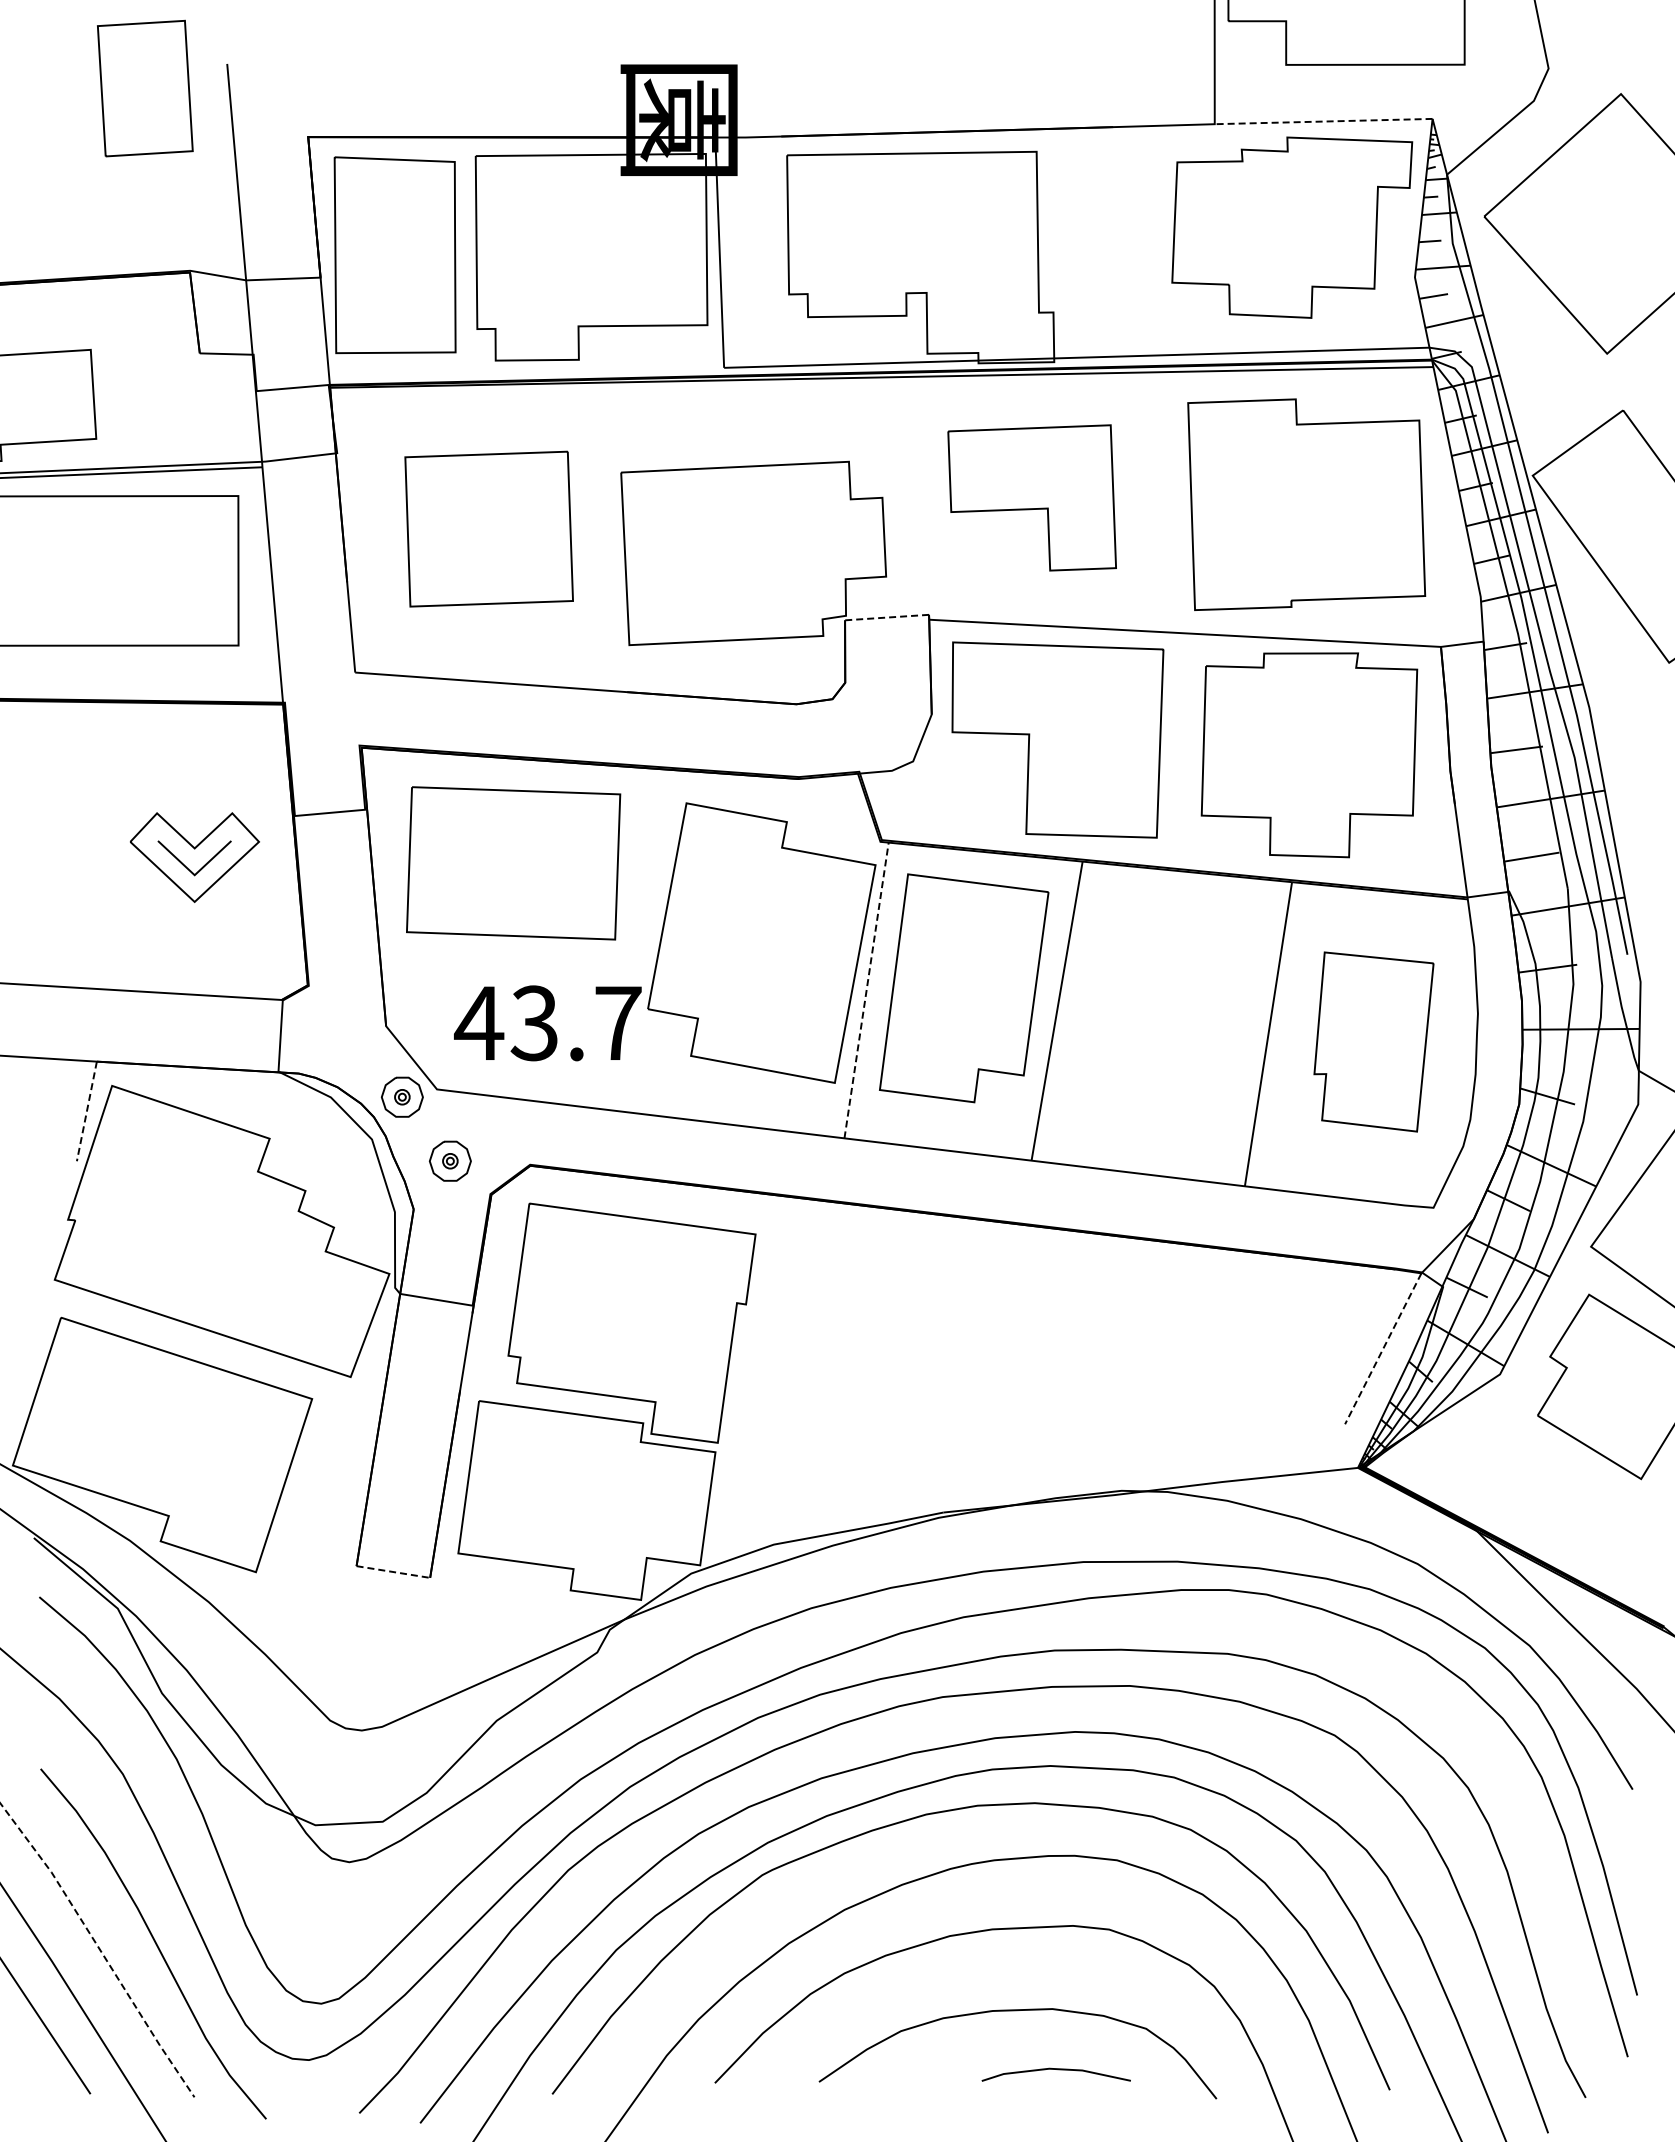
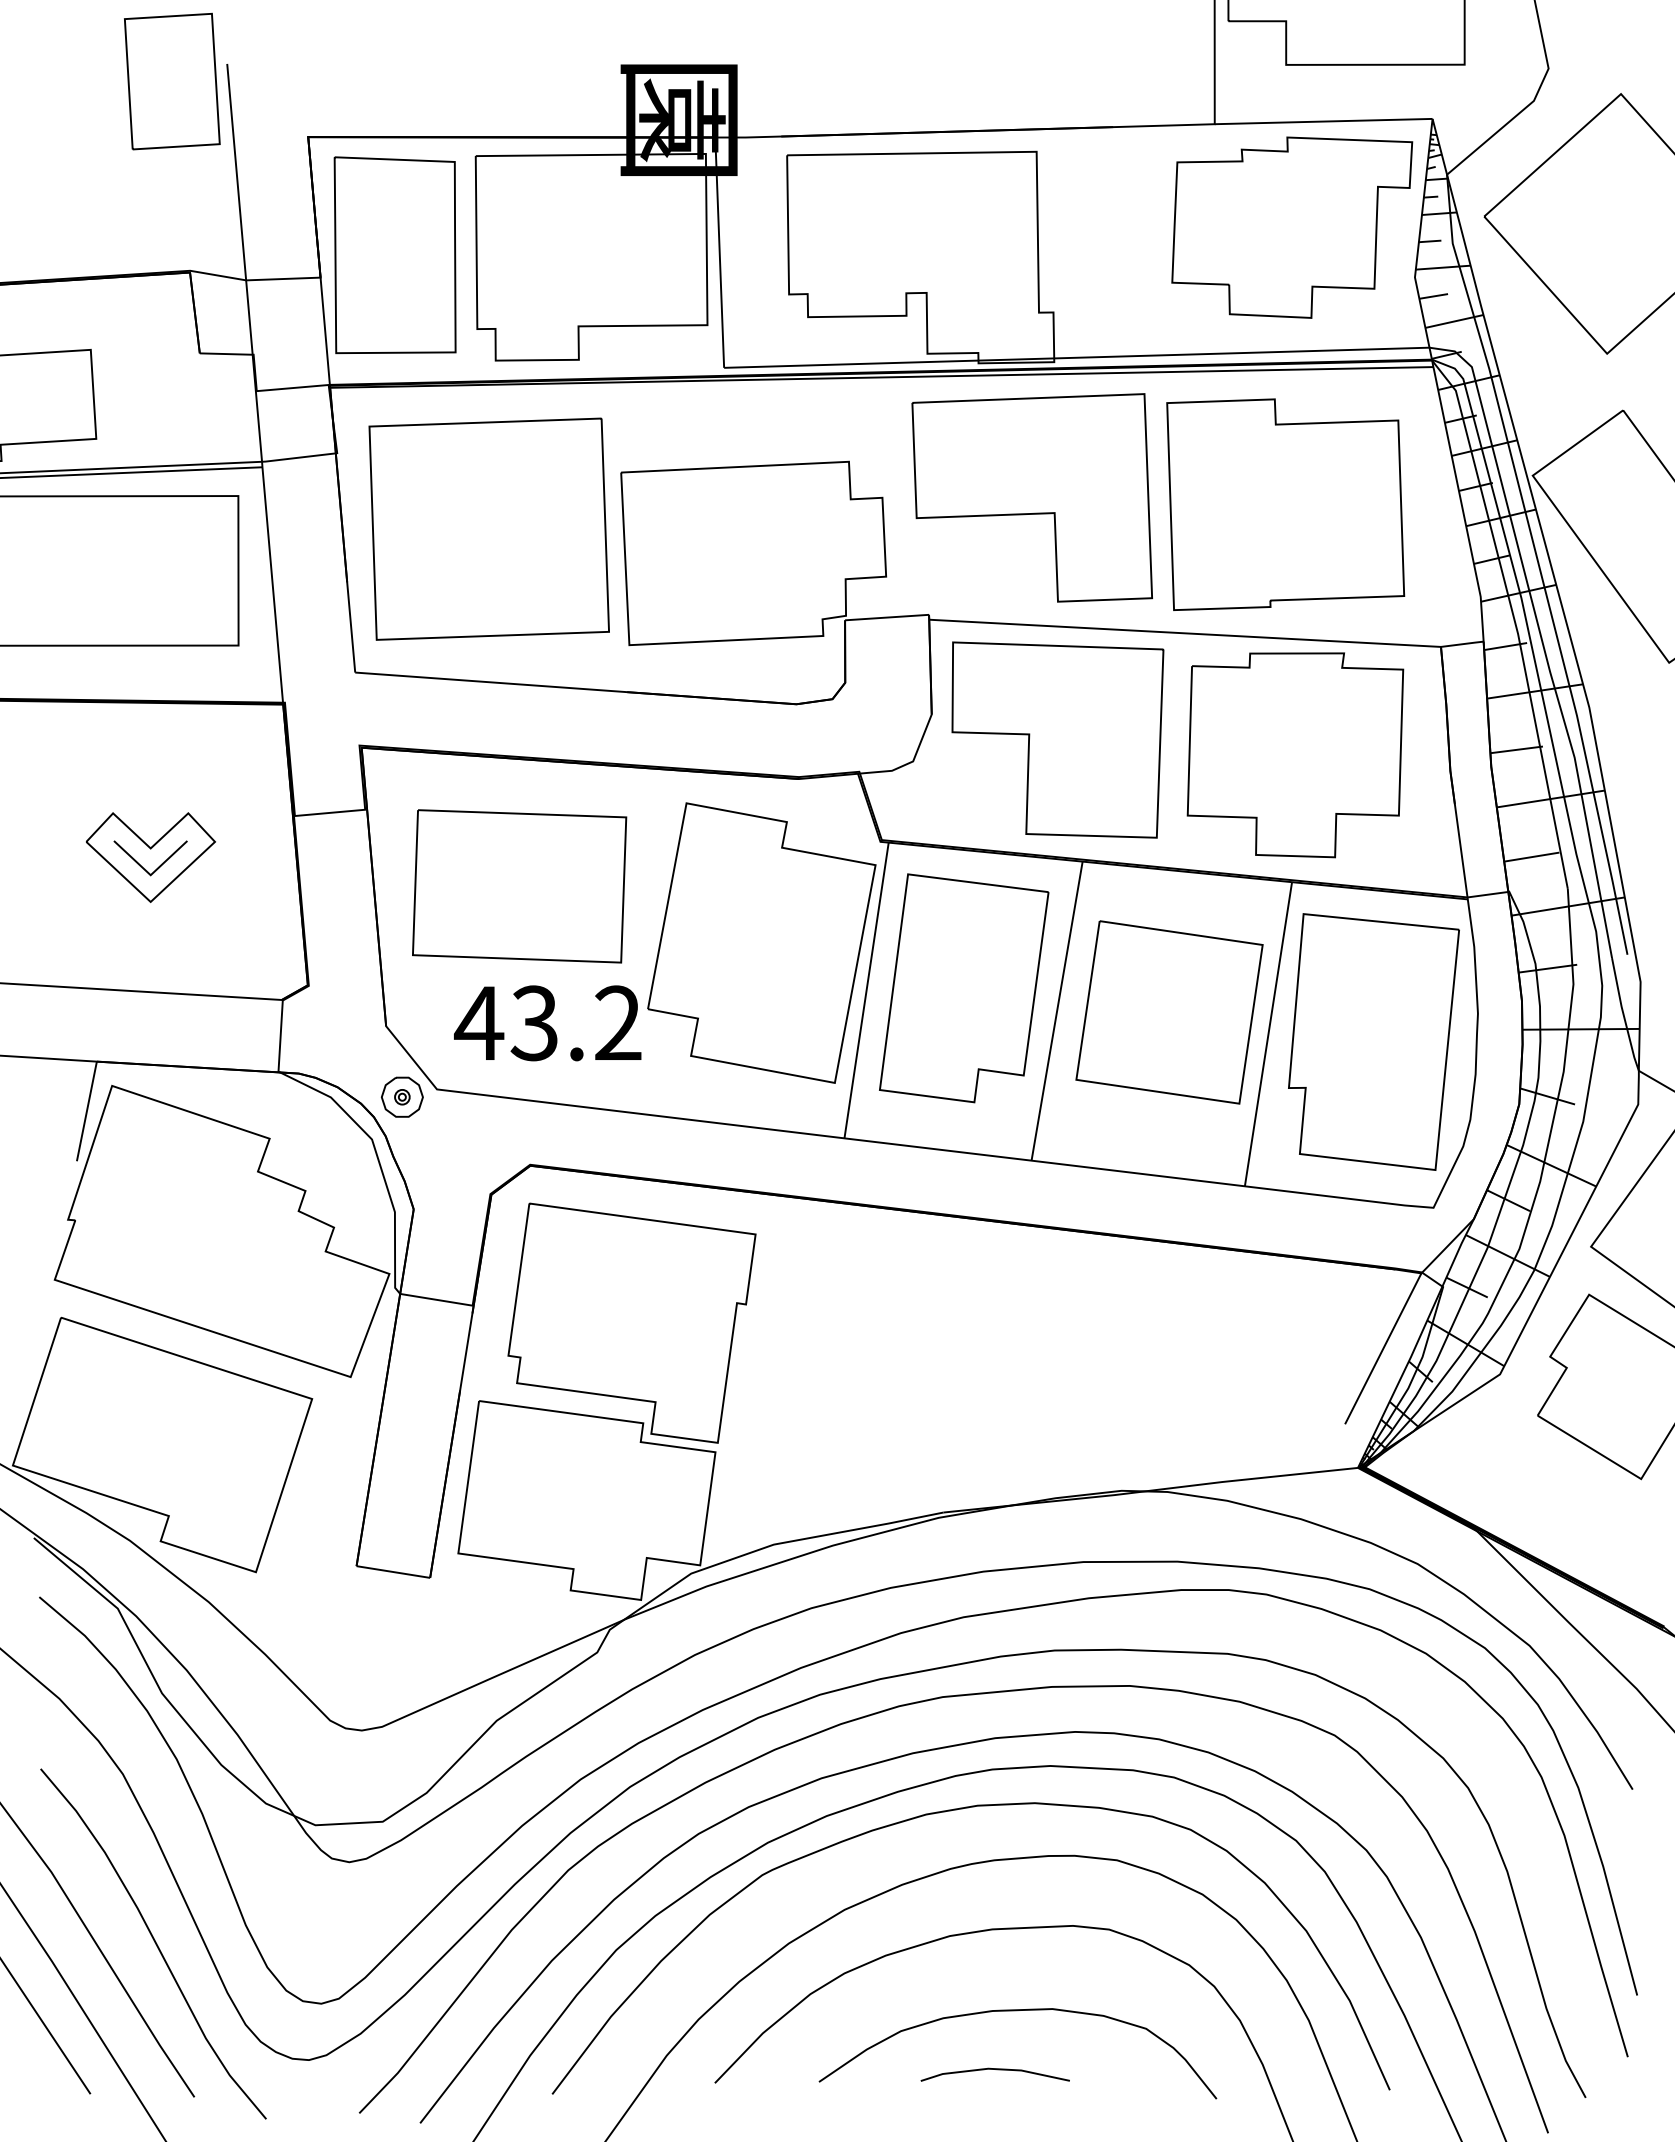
part at (145, 88) position: (145, 88) -> (172, 81)
line at (1323, 121): dashed -> solid
part at (1031, 497) size: 170x148 px -> 242x210 px
part at (1306, 504) position: (1306, 504) -> (1285, 504)
part at (488, 528) size: 170x158 px -> 242x224 px
line at (886, 617): dashed -> solid
part at (1309, 755) position: (1309, 755) -> (1295, 755)
part at (194, 857) position: (194, 857) -> (150, 857)
part at (513, 863) position: (513, 863) -> (519, 886)
line at (866, 990): dashed -> solid
part at (1169, 1012): none -> present
text at (618, 1022): 43.7 -> 43.2
part at (1373, 1041) size: 122x182 px -> 172x258 px
line at (86, 1111): dashed -> solid
part at (449, 1160): present -> none
line at (1383, 1348): dashed -> solid
line at (393, 1572): dashed -> solid
line at (99, 1949): dashed -> solid
line at (1057, 2070) position: (1057, 2070) -> (996, 2070)
